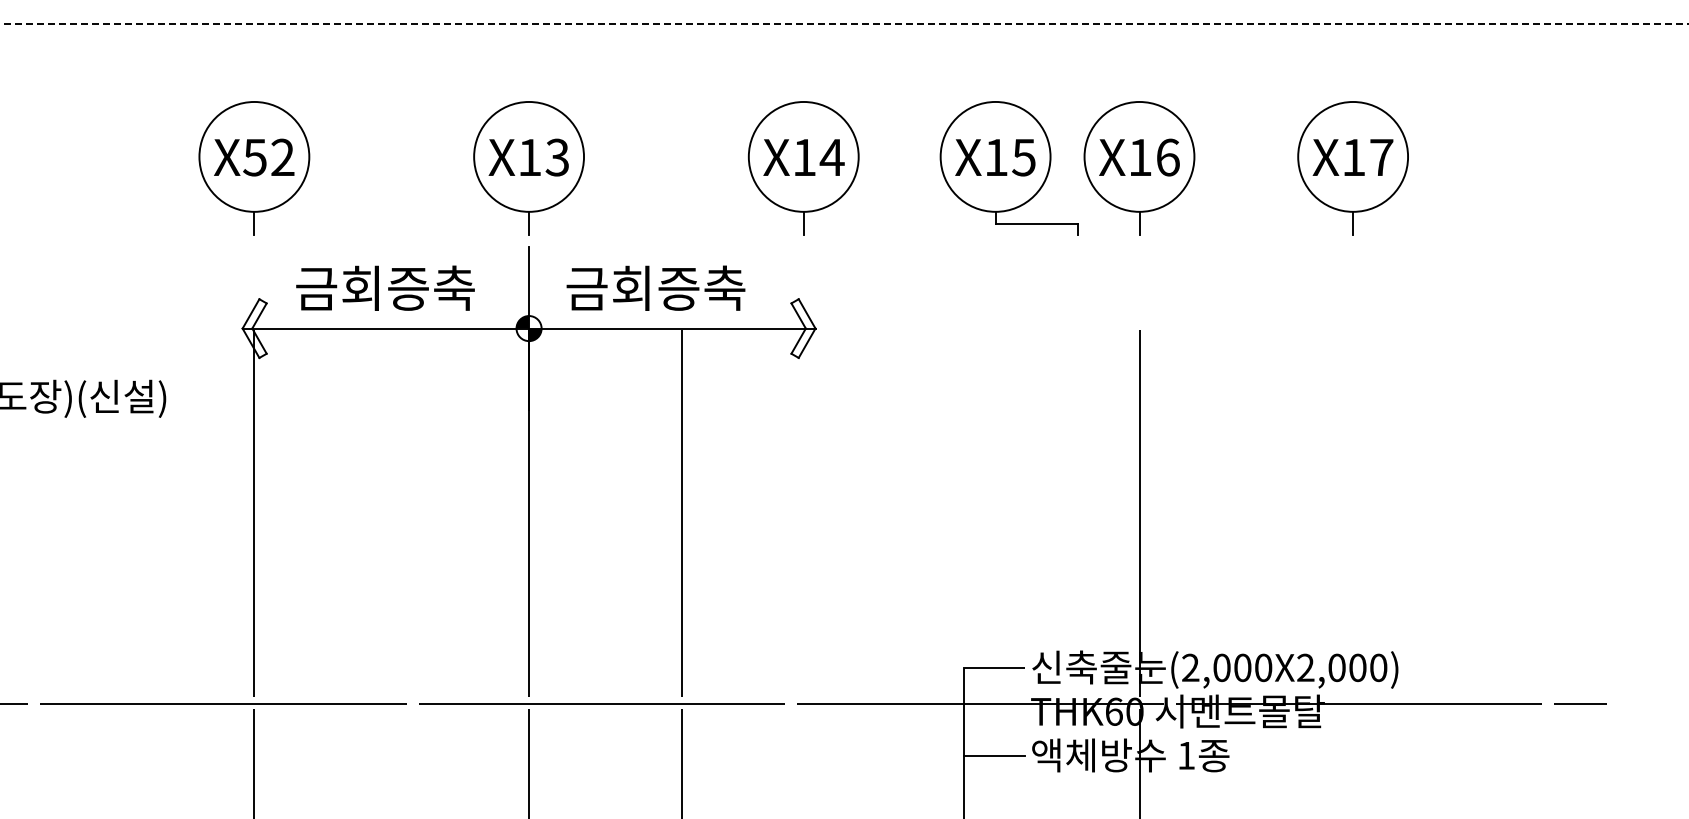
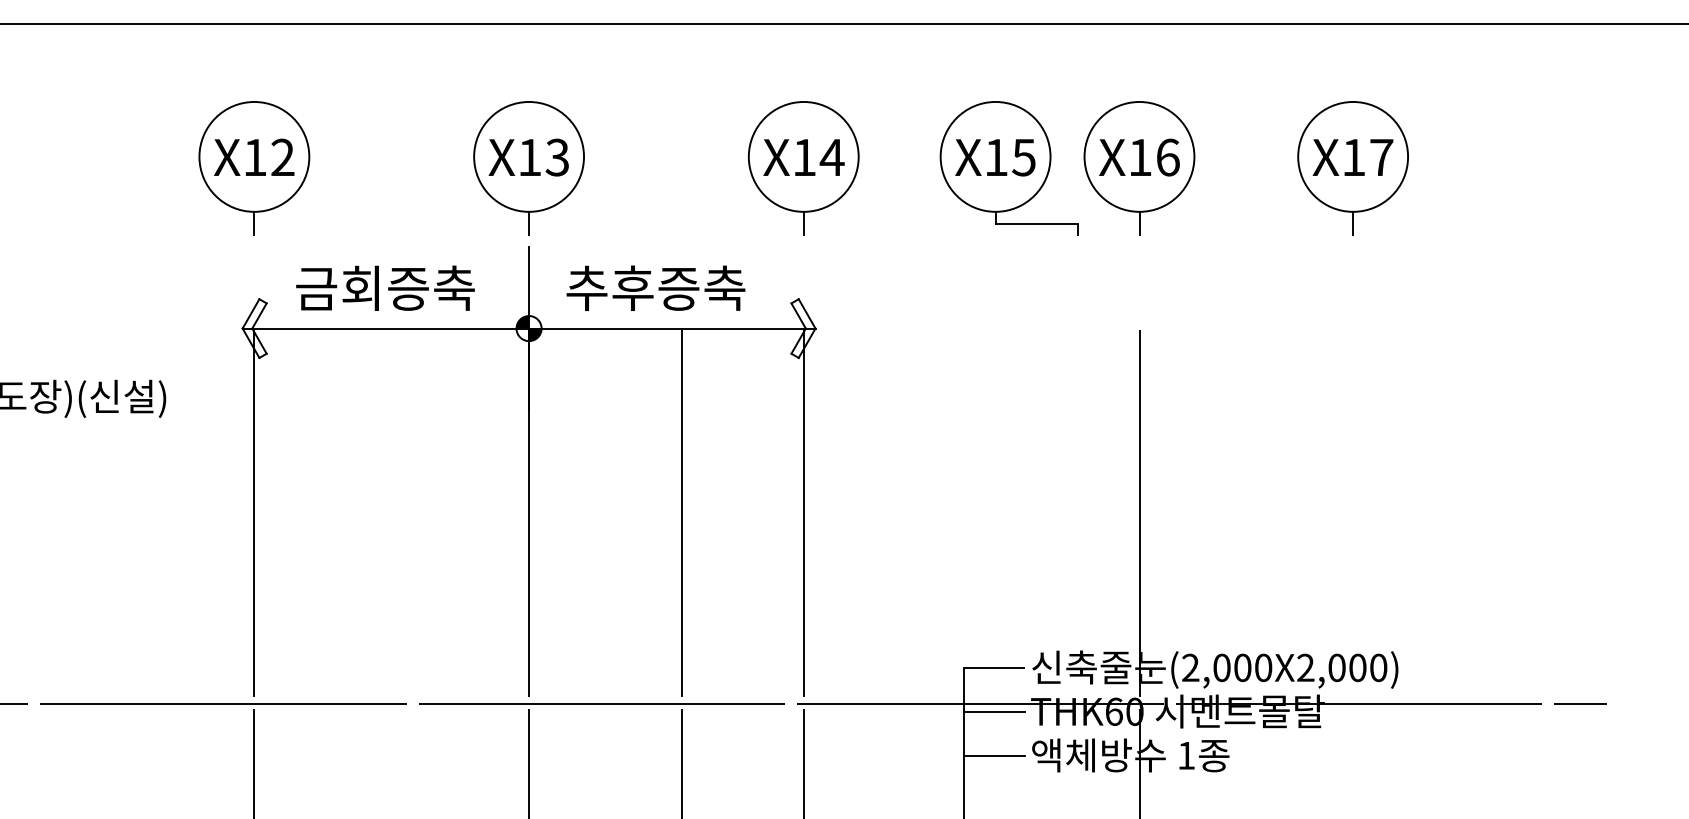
line at (844, 24): dashed -> solid
text at (254, 157): X52 -> X12
text at (609, 287): 금회증축 -> 추후증축
line at (803, 572): none -> present
line at (993, 711): none -> present
